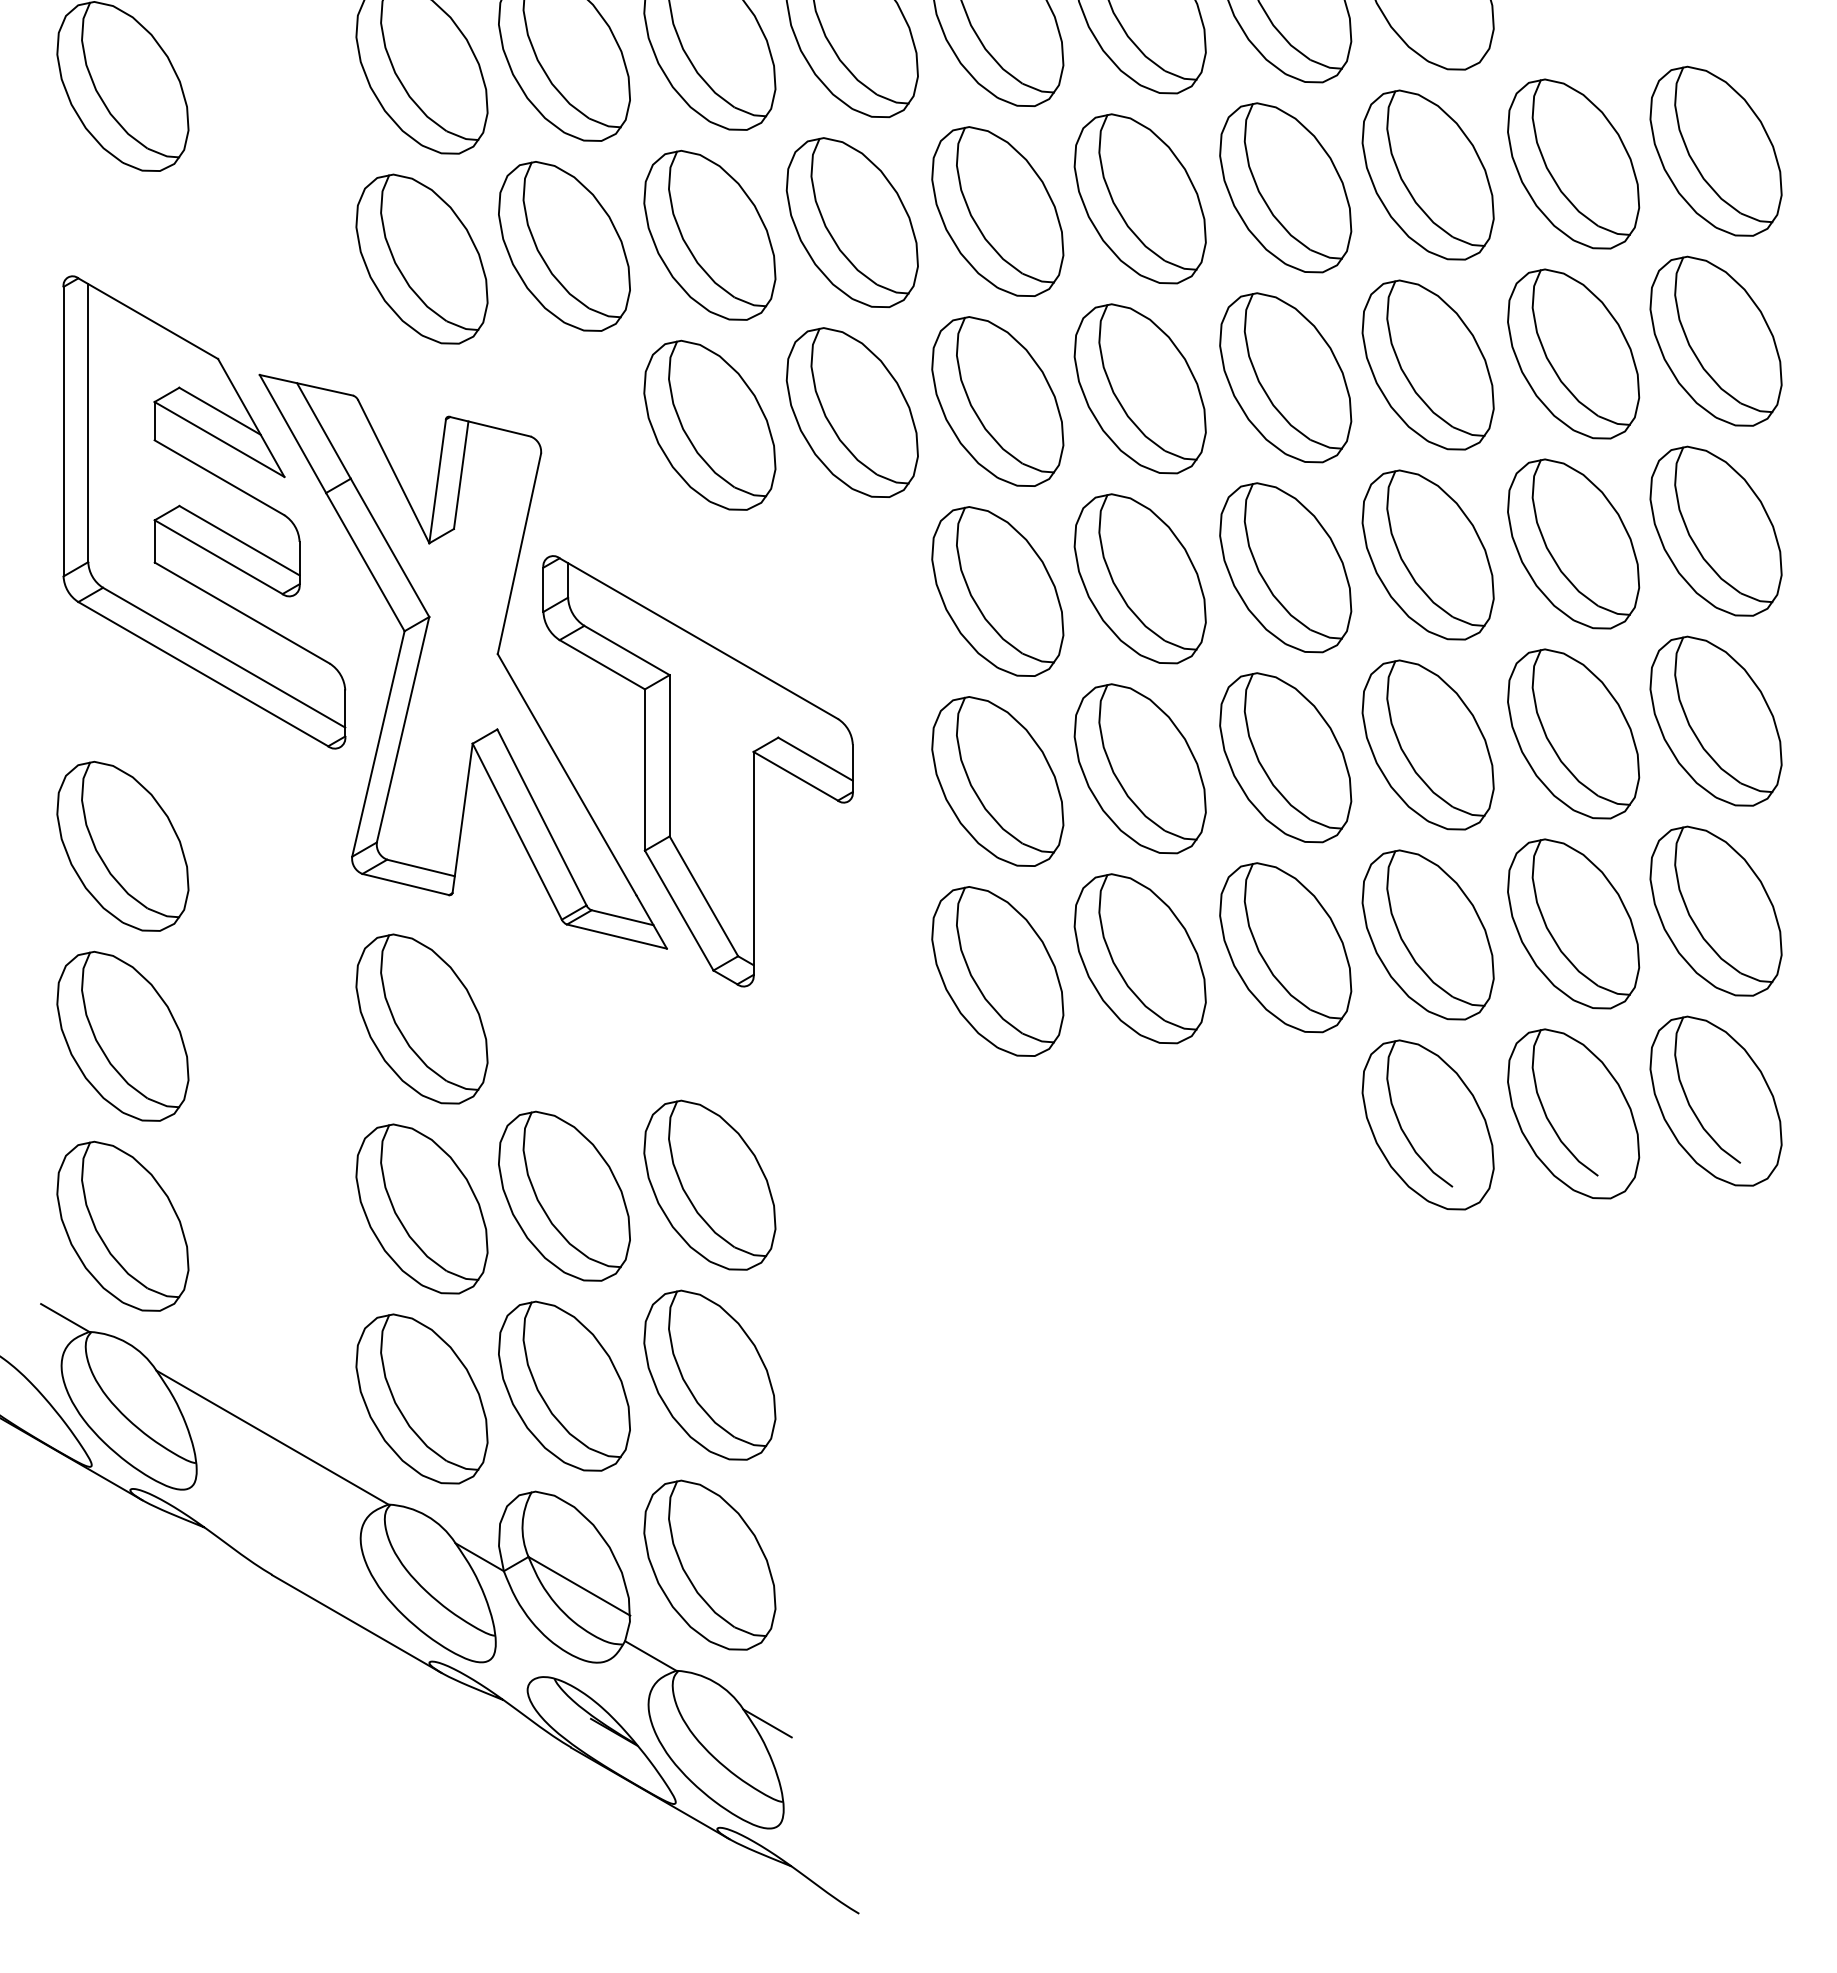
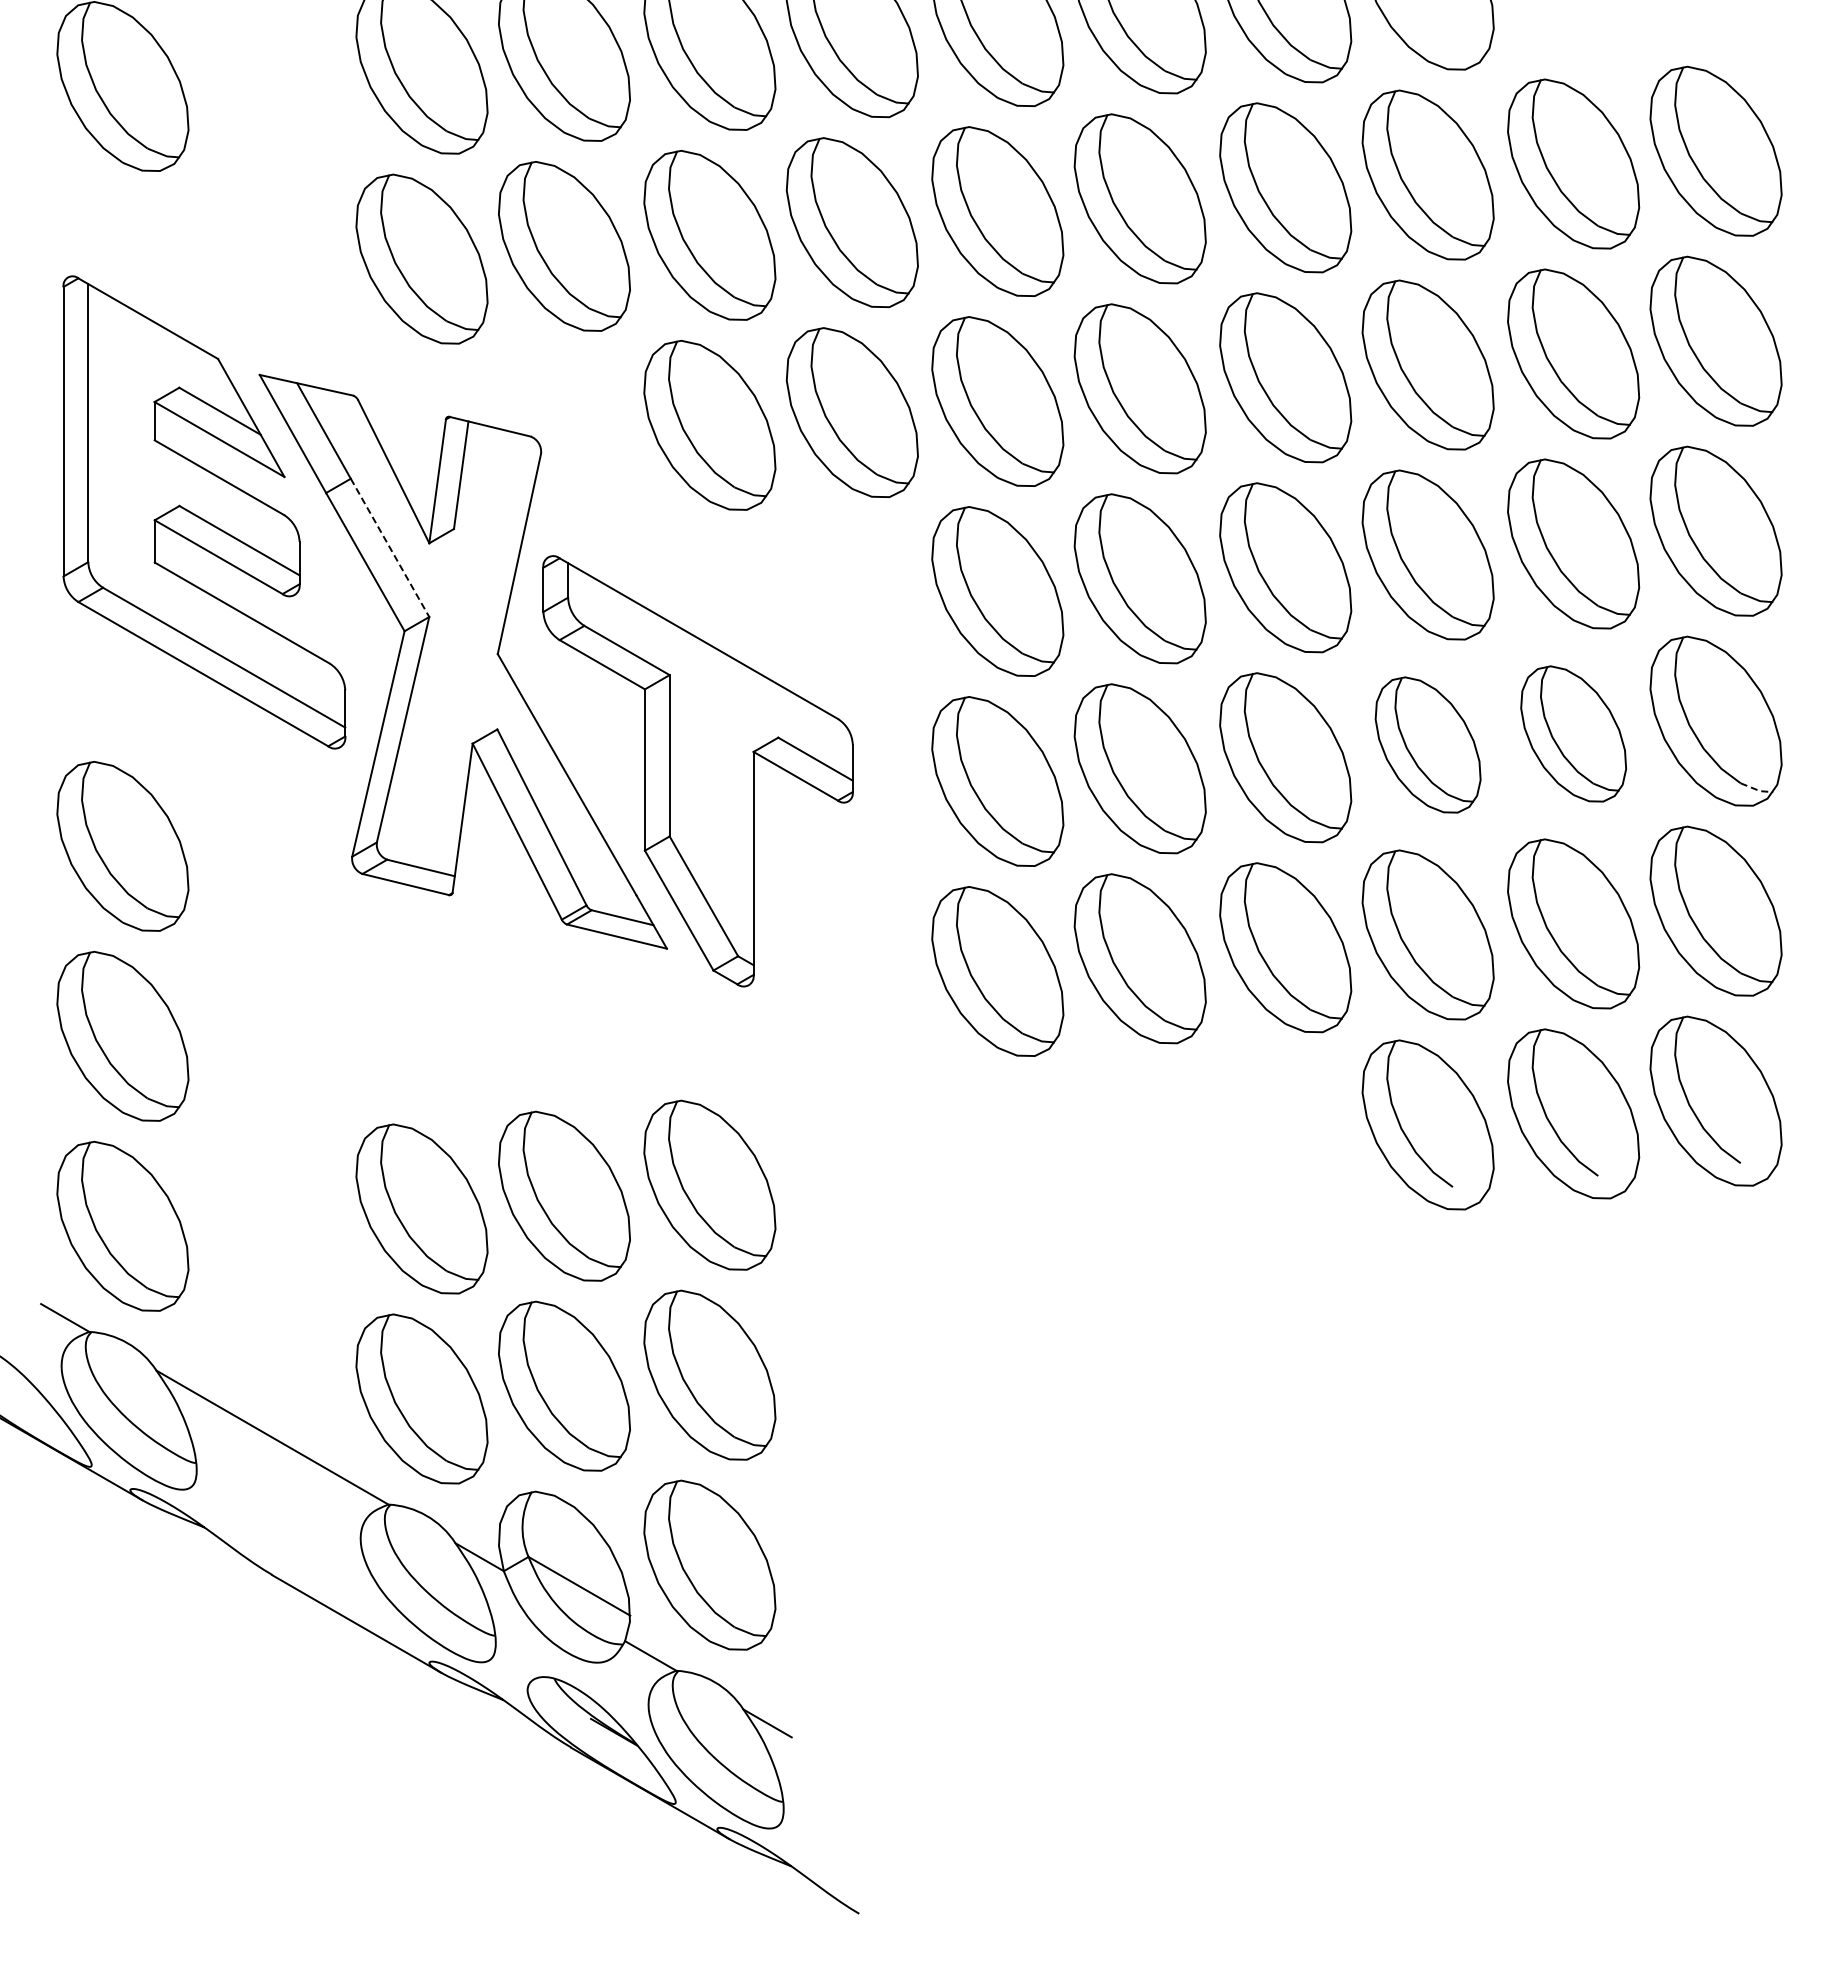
line at (390, 548): solid -> dashed
part at (1573, 733) size: 134x172 px -> 107x138 px
part at (1427, 744) size: 134x172 px -> 108x138 px
line at (1757, 790): solid -> dashed
part at (421, 1018): present -> none
